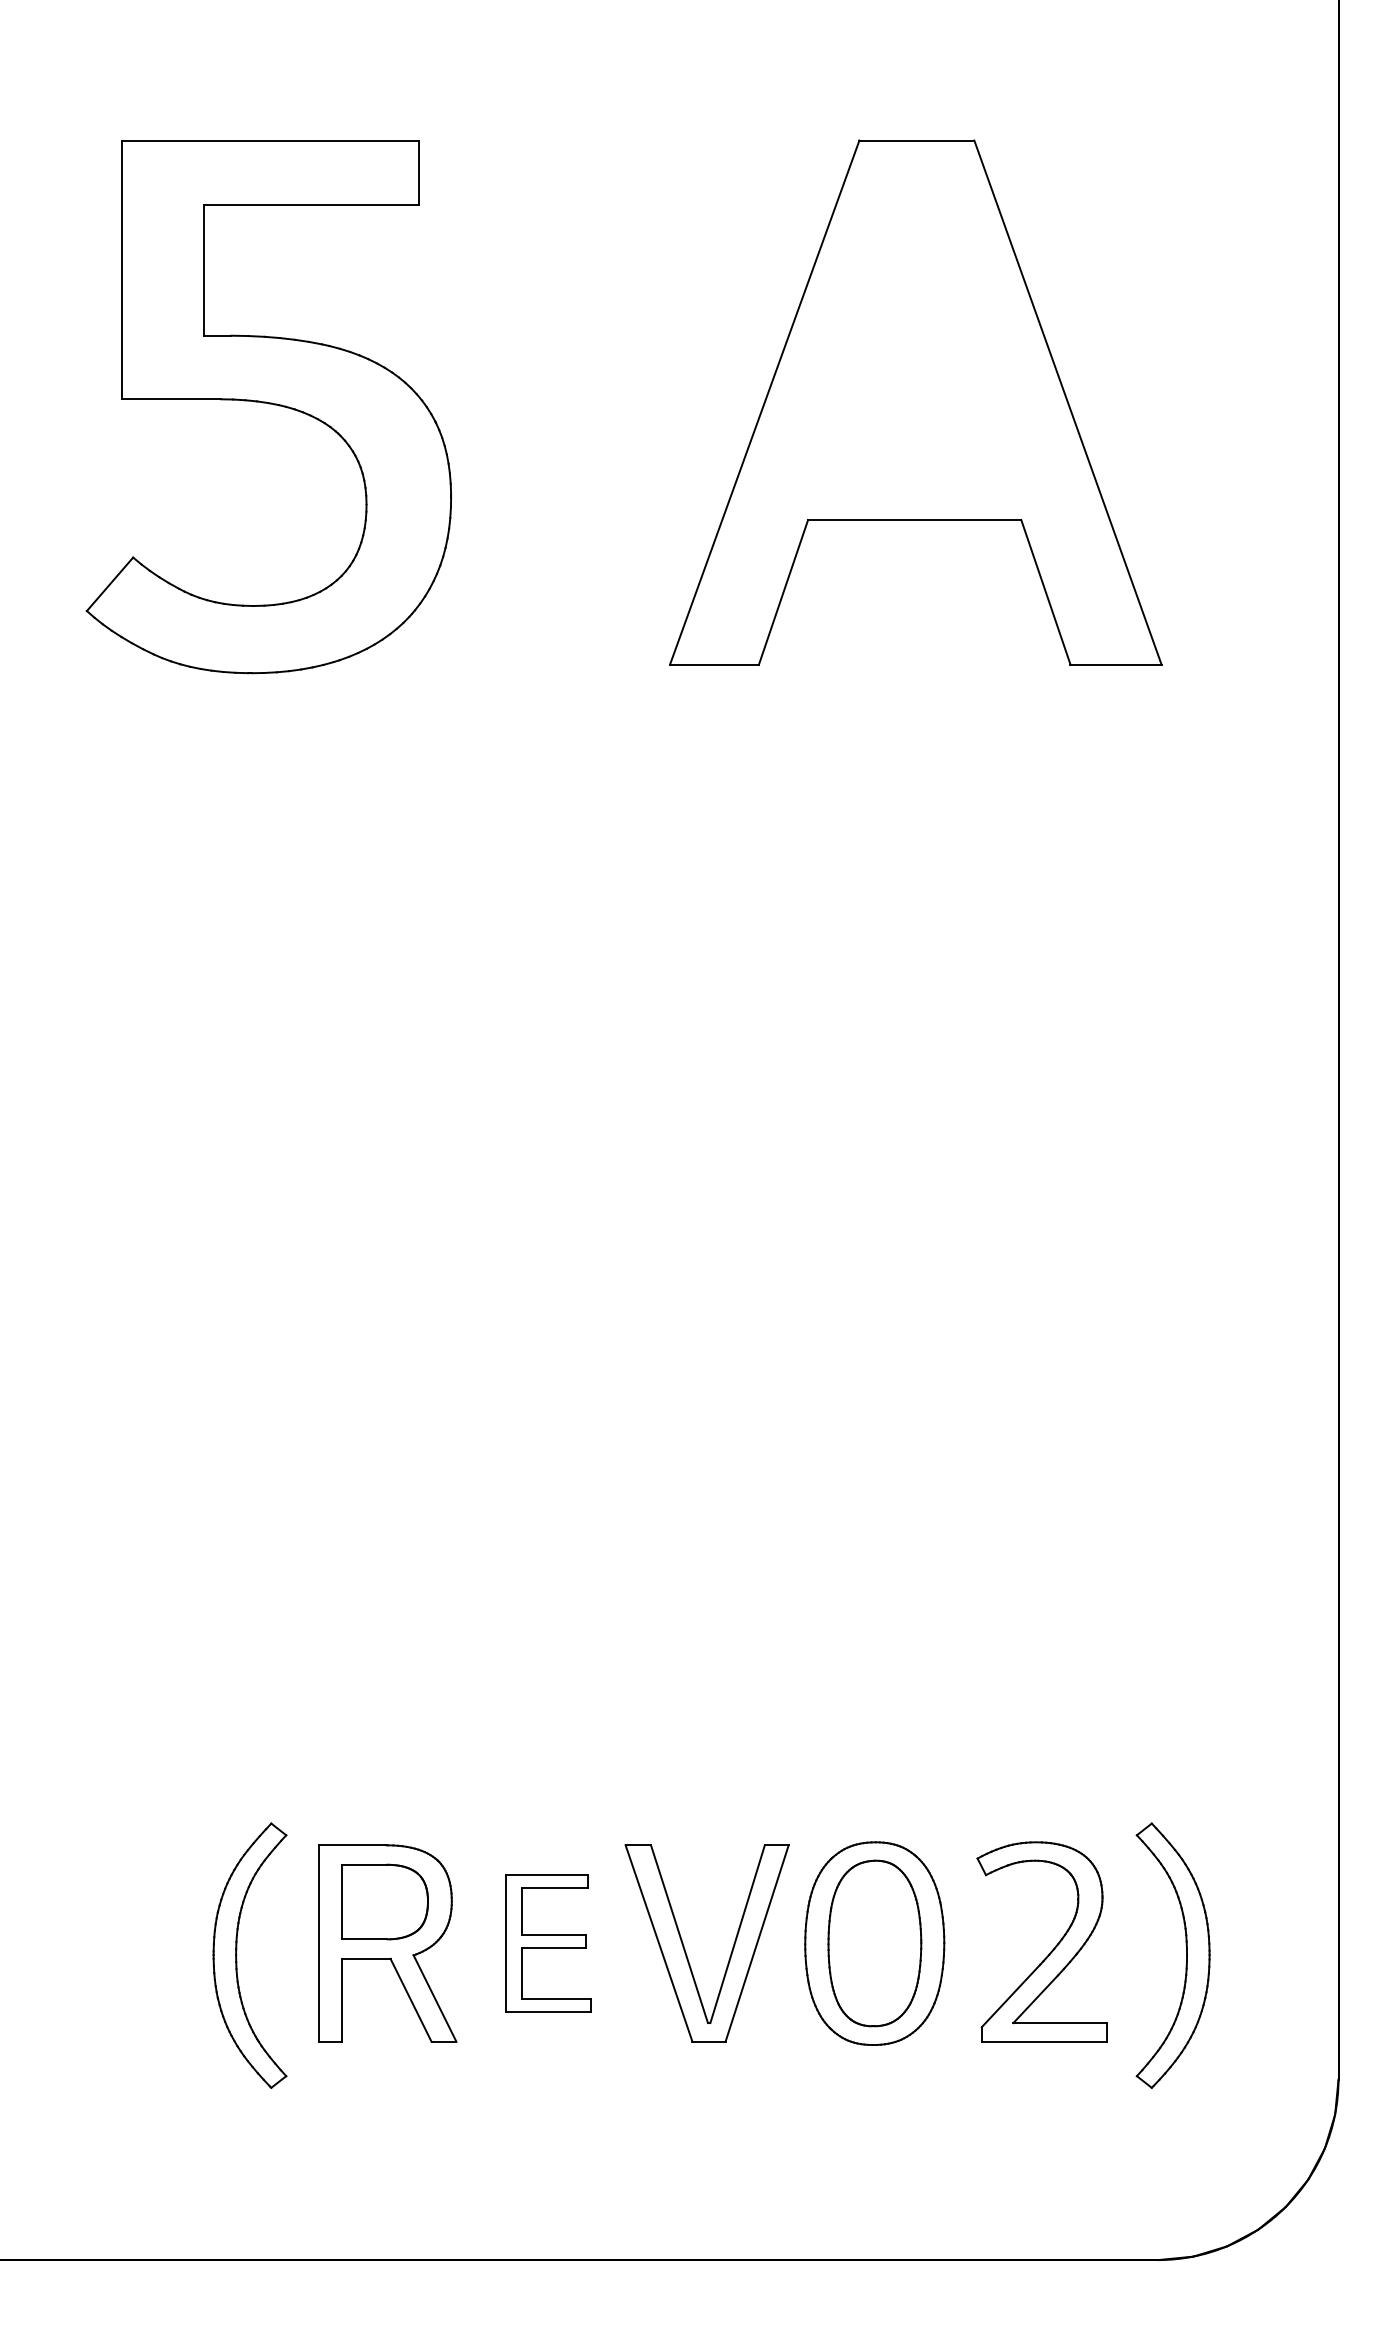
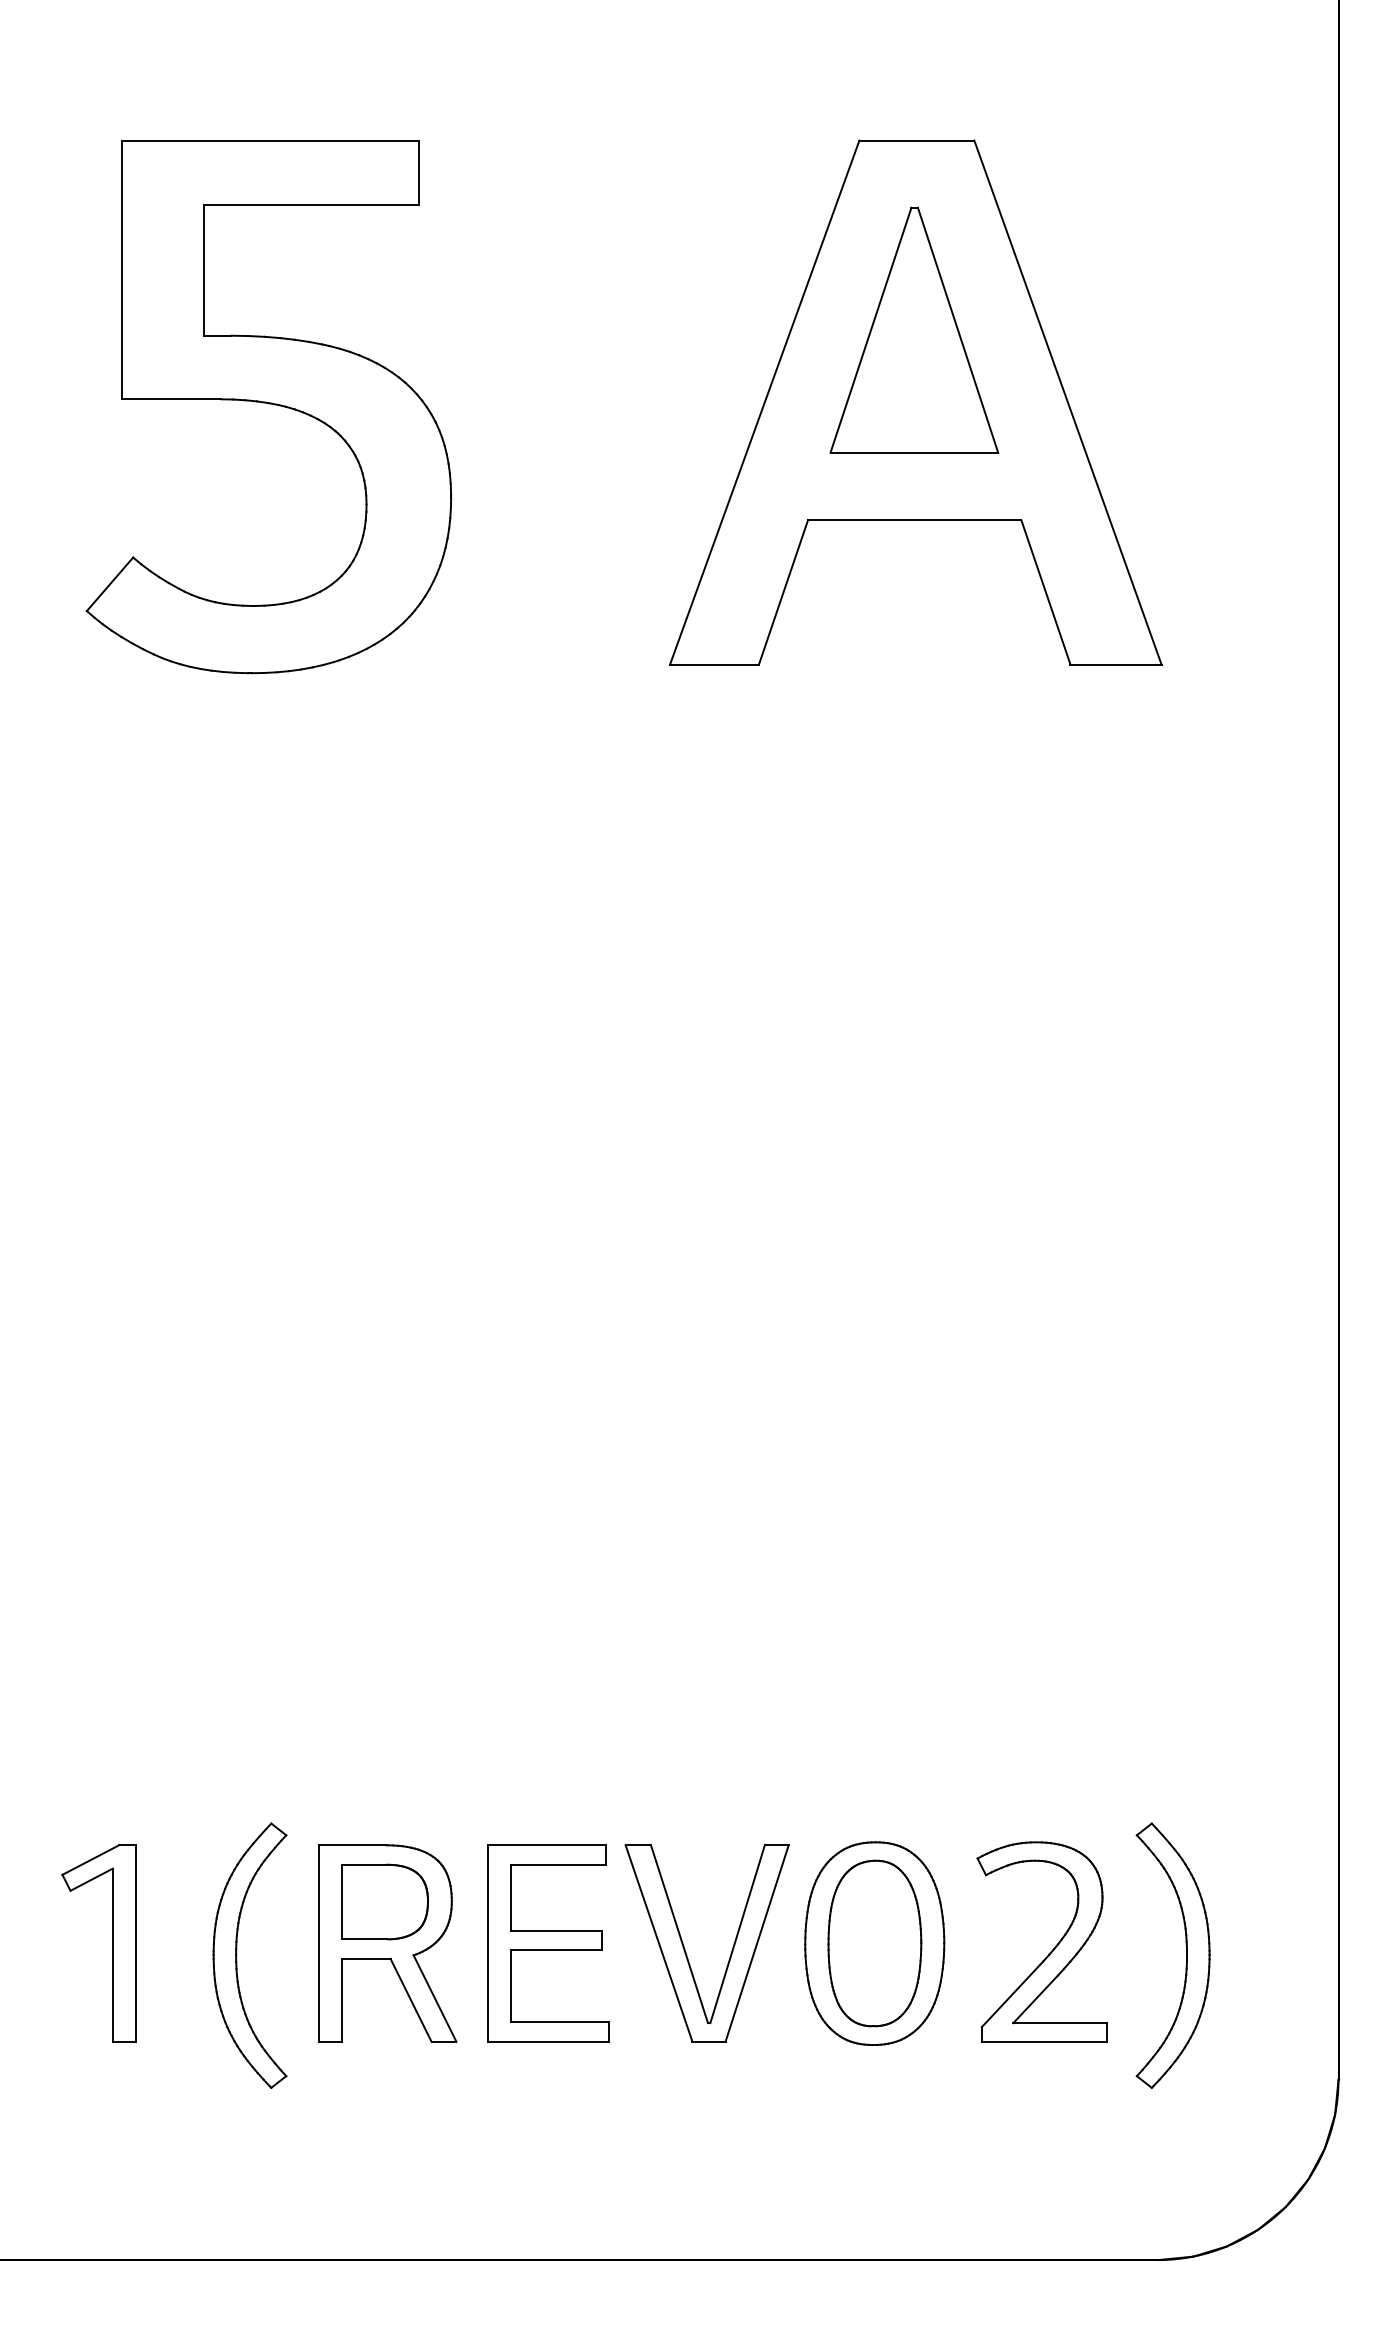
part at (914, 329): none -> present
part at (112, 1943): none -> present
part at (548, 1943) size: 87x139 px -> 123x199 px
